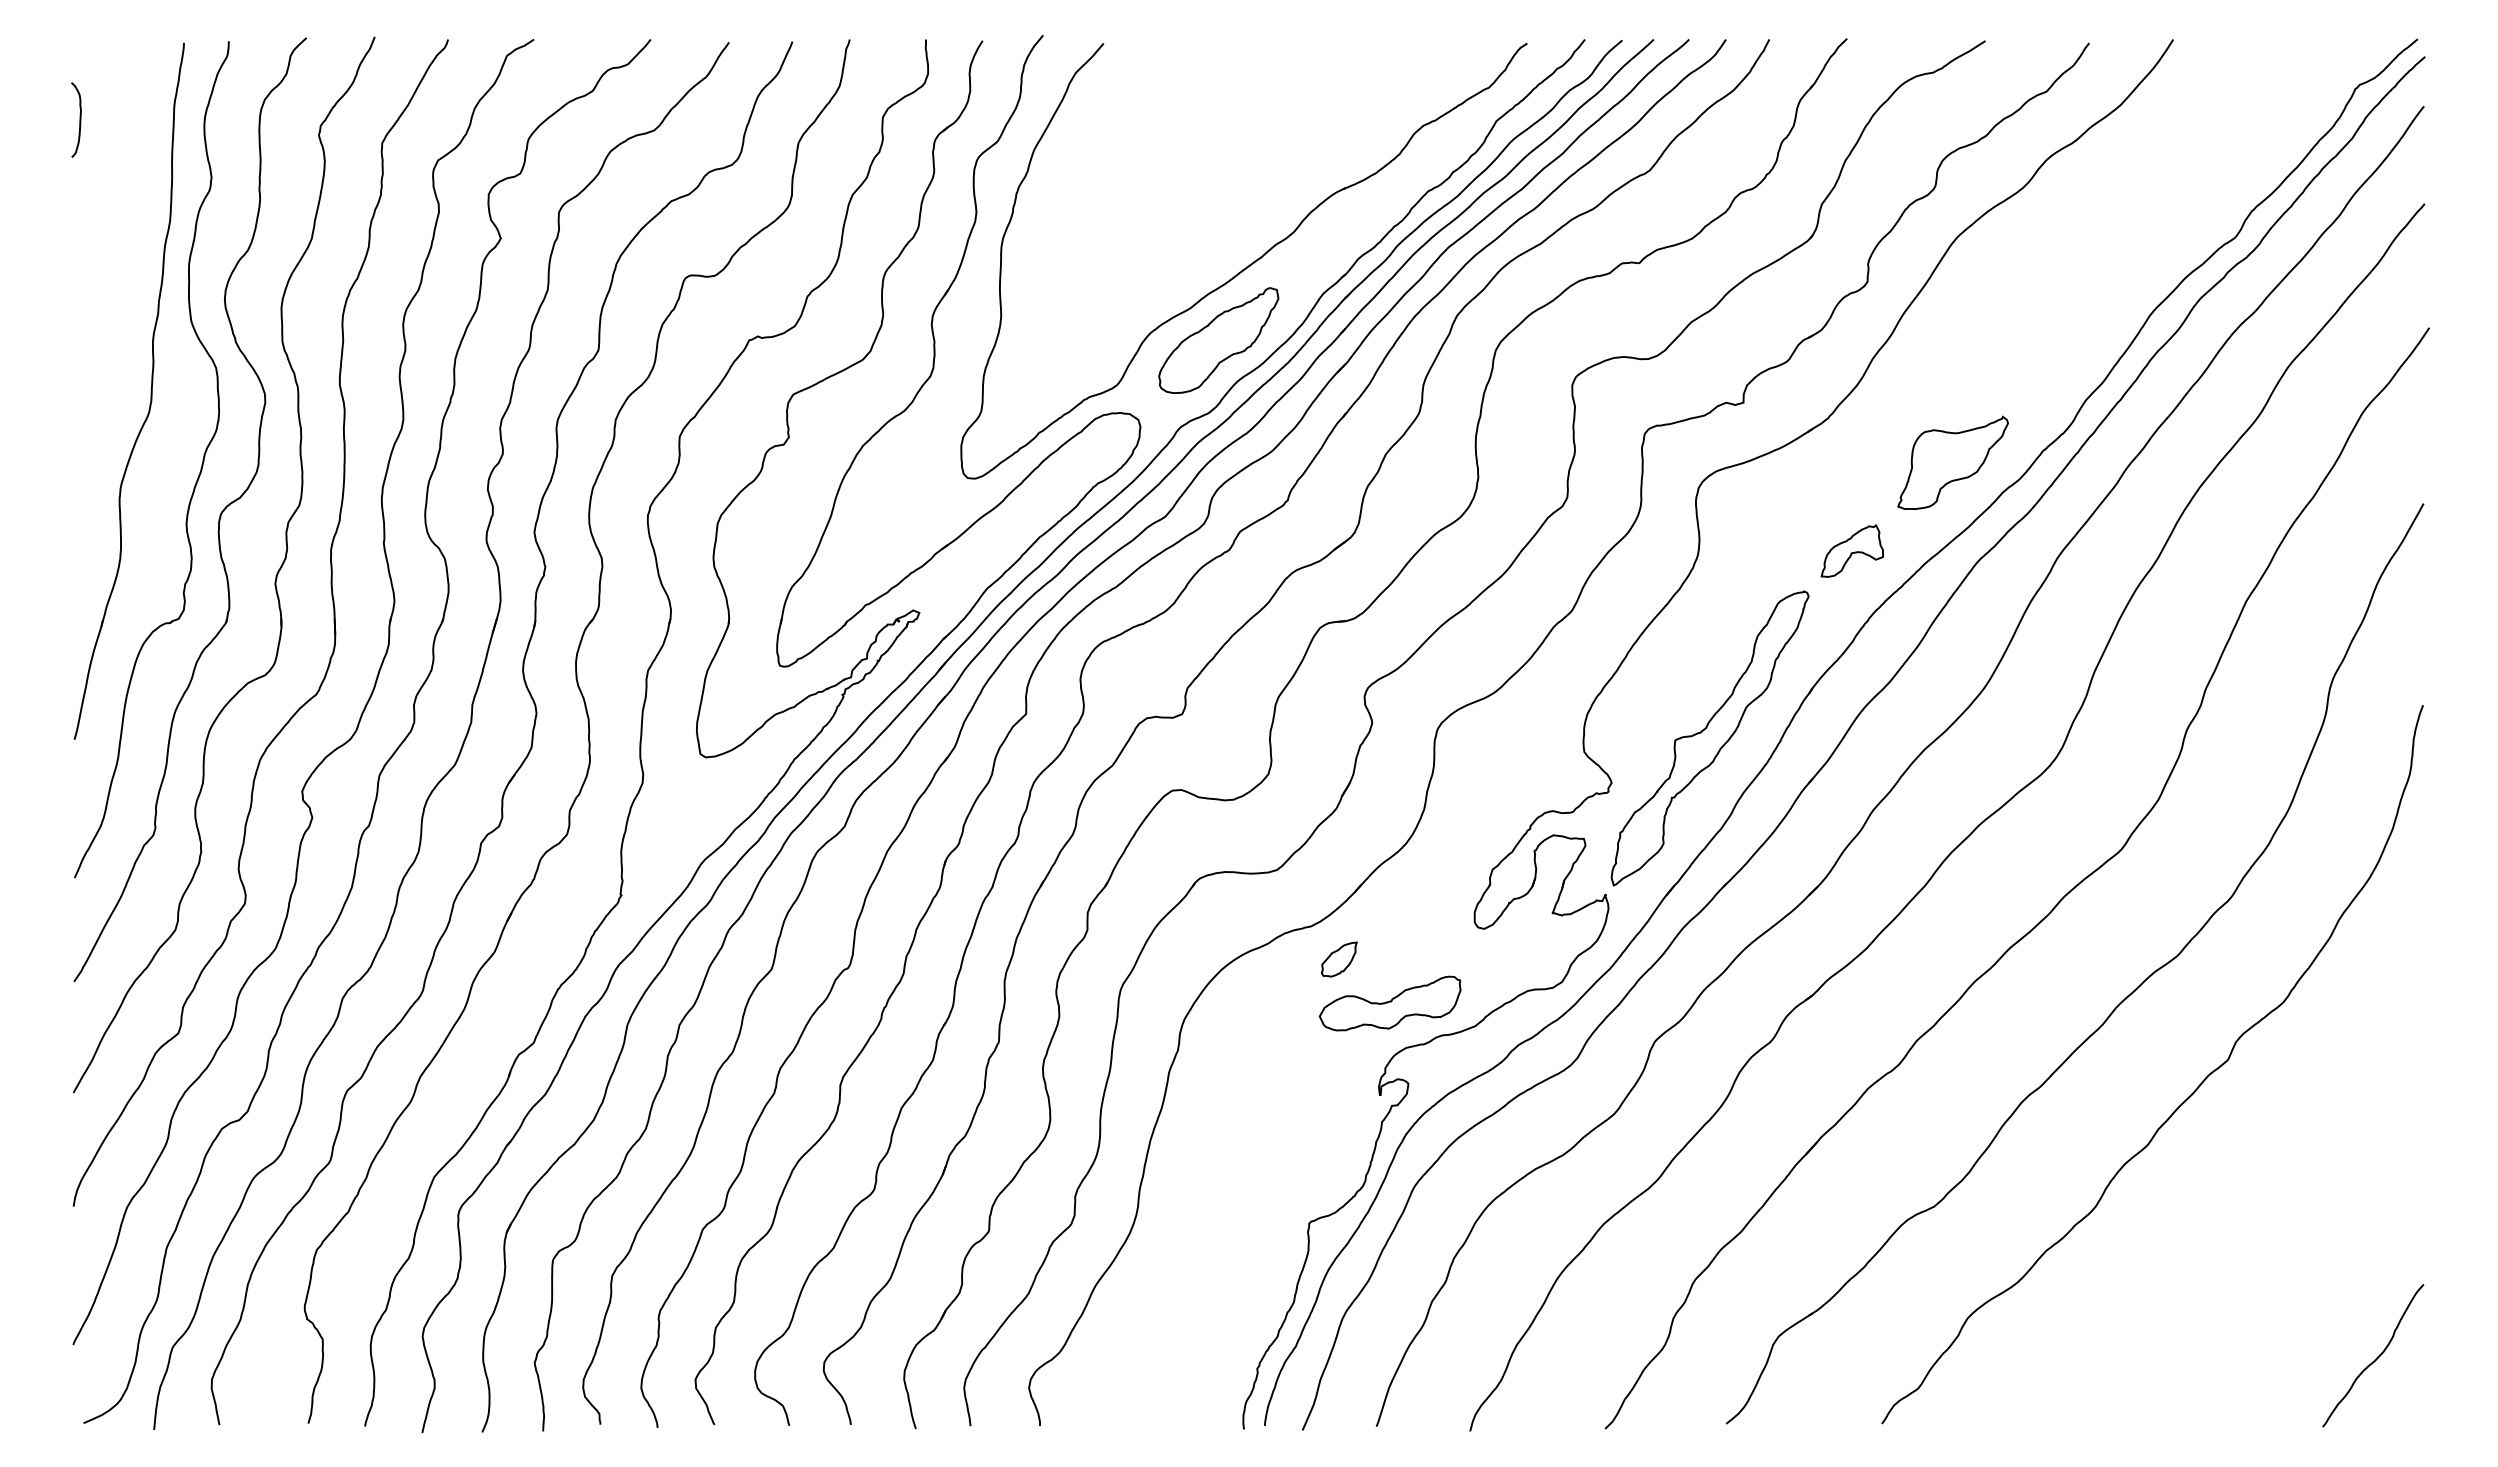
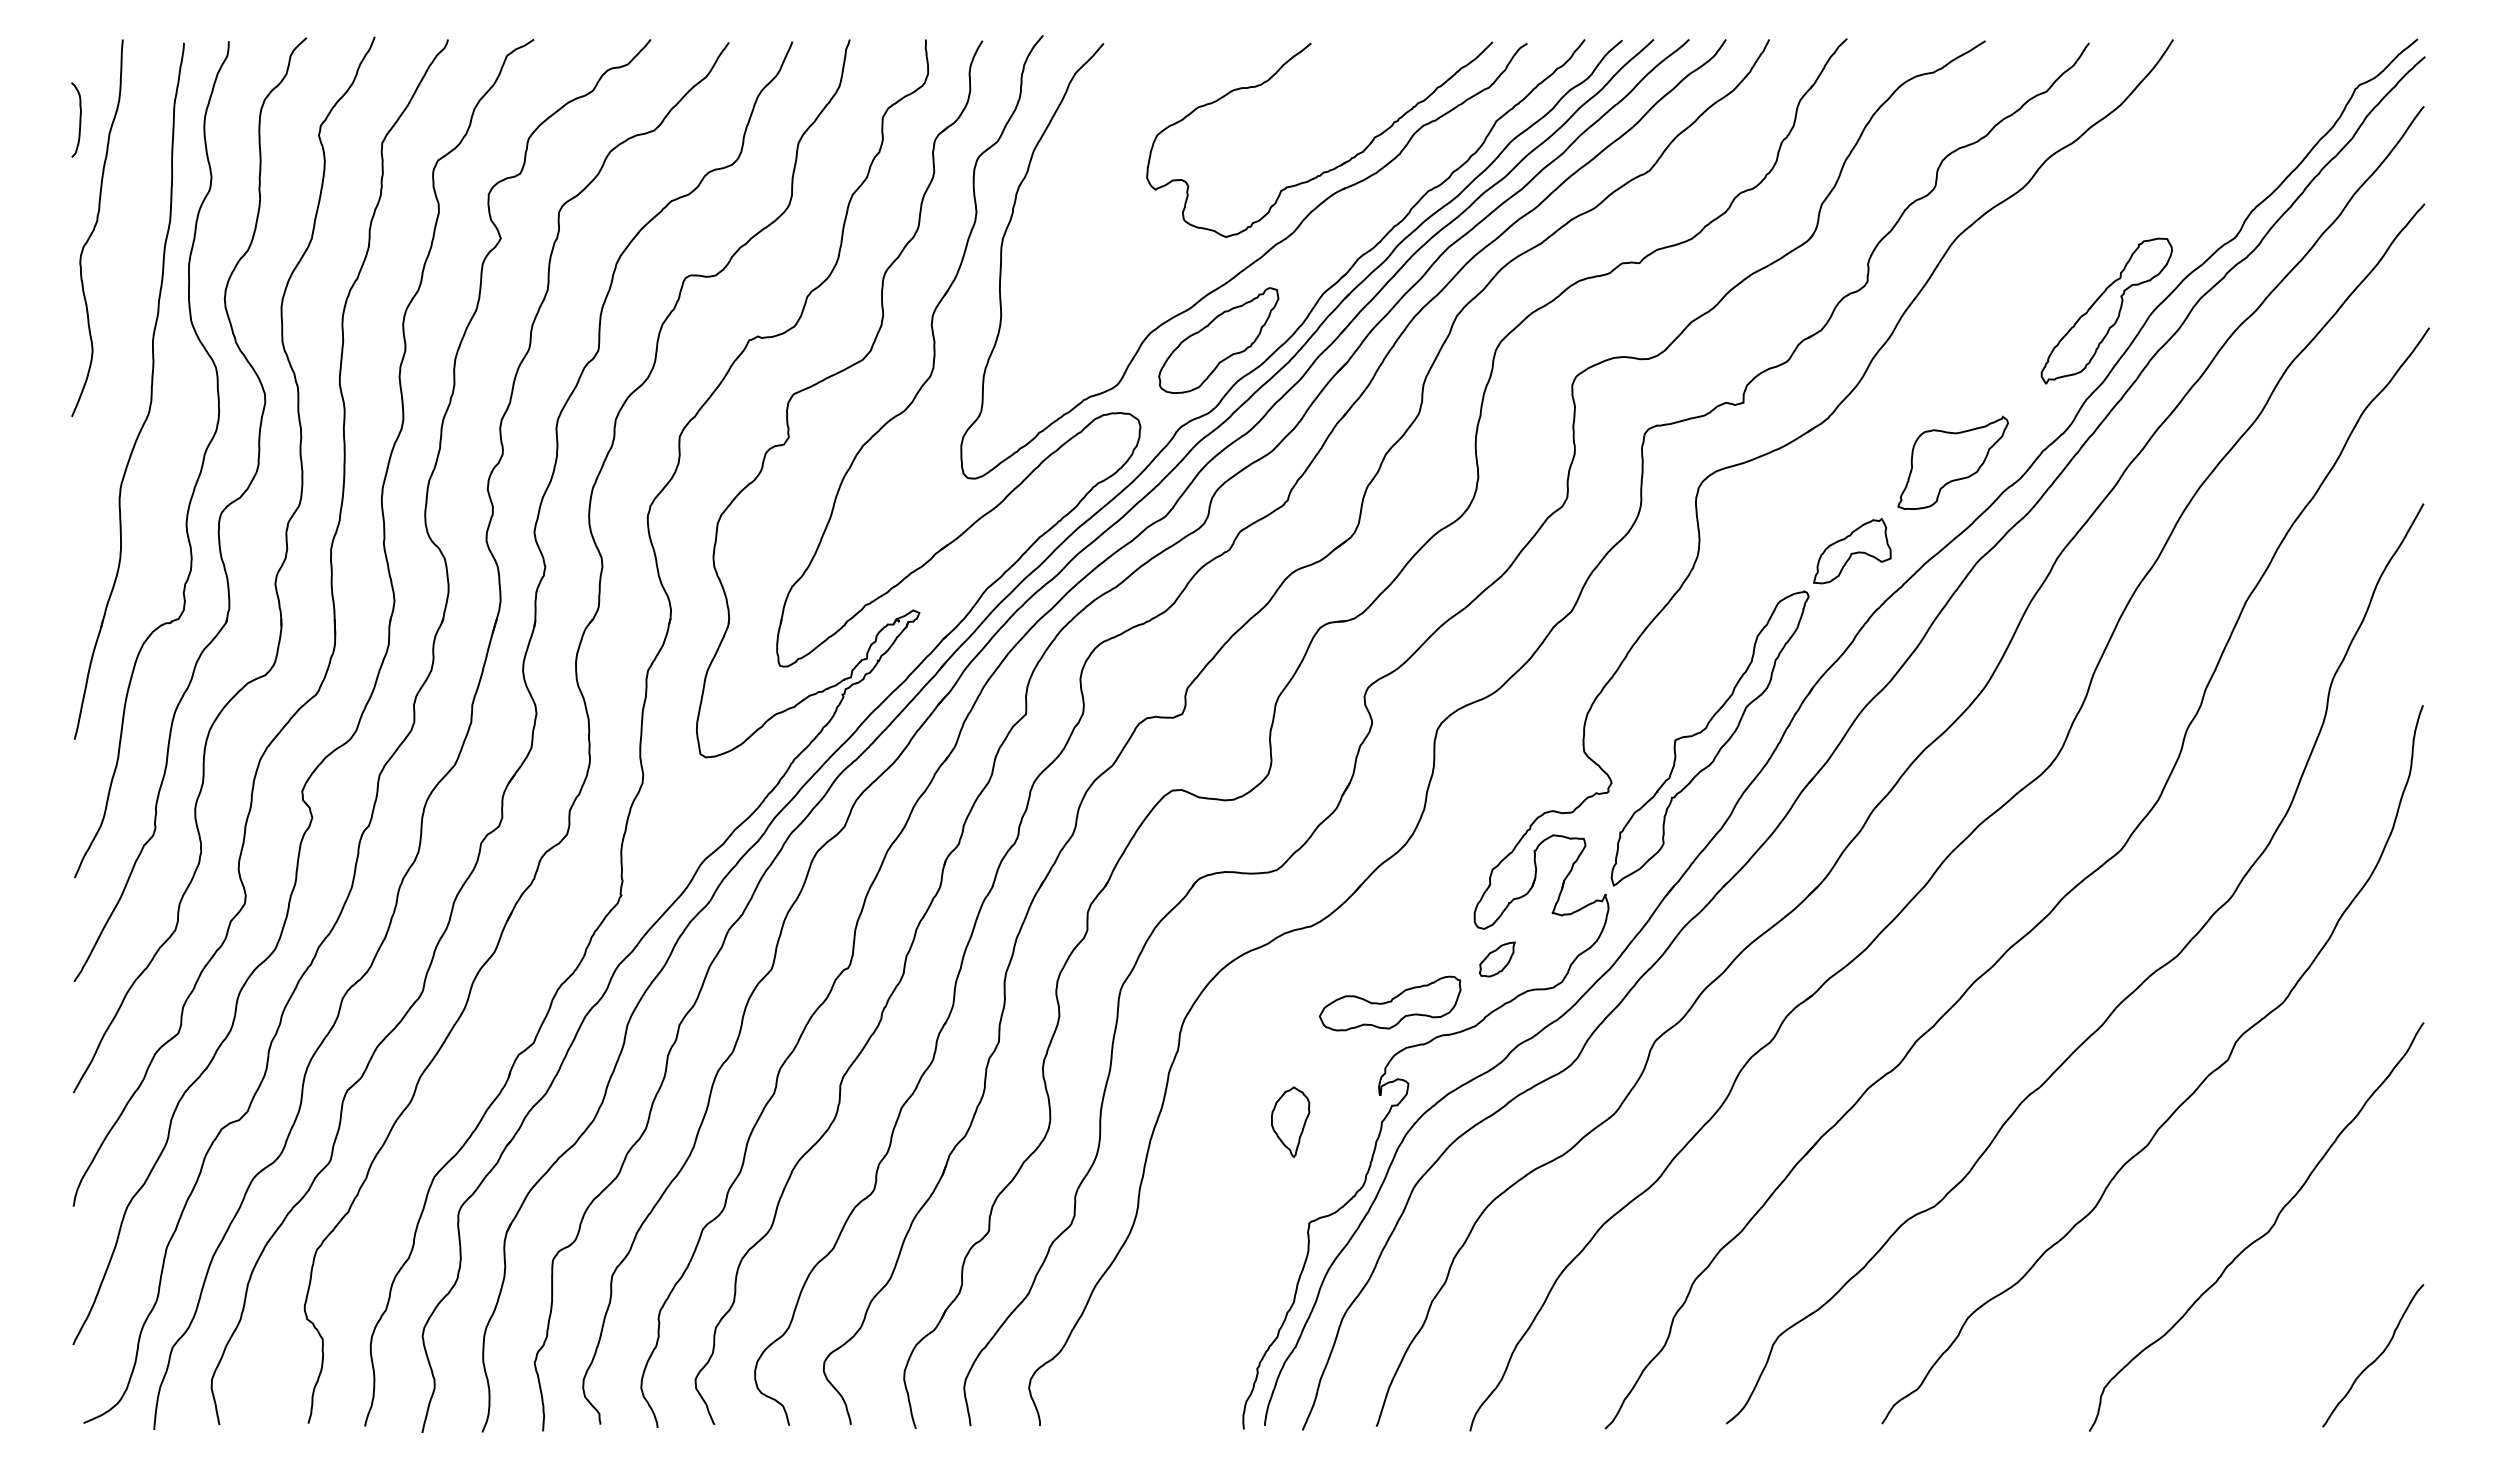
part at (1329, 169): none -> present
curve at (95, 227): none -> present
part at (2106, 310): none -> present
part at (1851, 550) size: 64x54 px -> 79x68 px
part at (1338, 959) position: (1338, 959) -> (1496, 959)
part at (1290, 1121): none -> present
curve at (2264, 1233): none -> present
